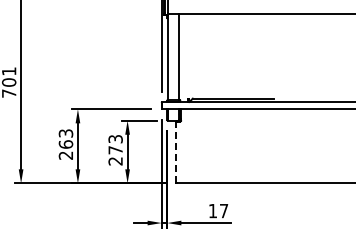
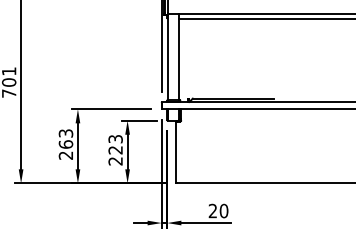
line at (265, 19): none -> present
text at (115, 150): 273 -> 223
line at (176, 152): dashed -> solid
text at (218, 210): 17 -> 20
